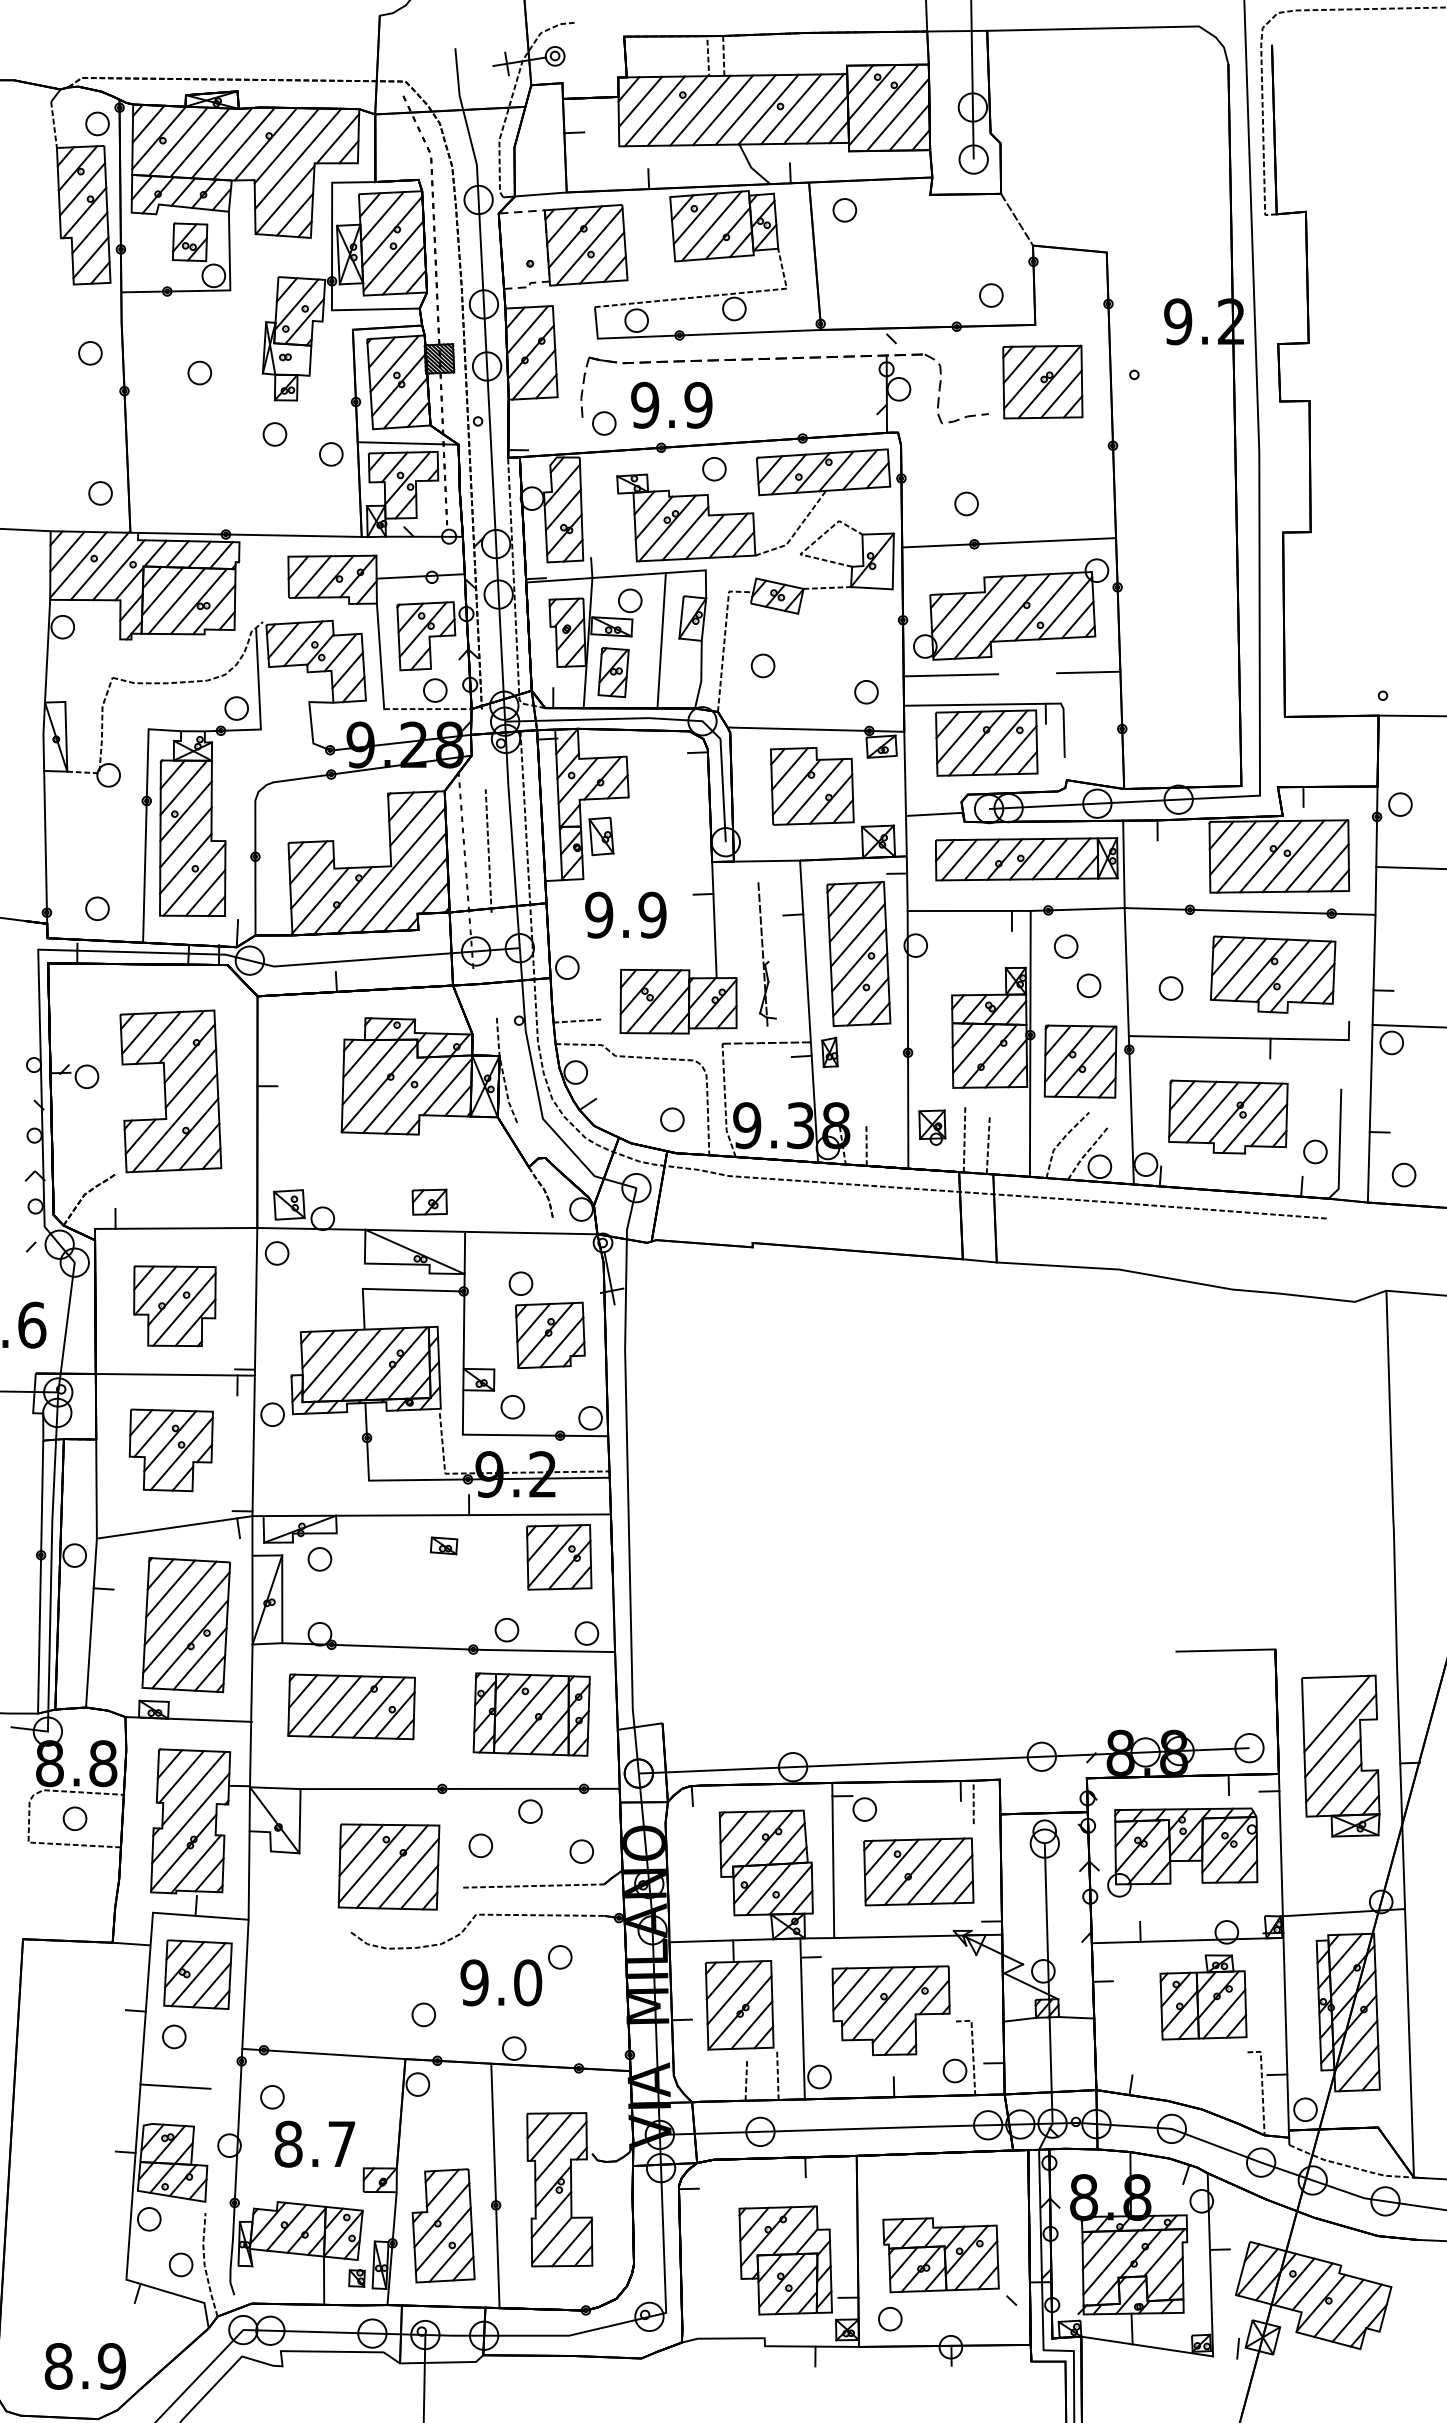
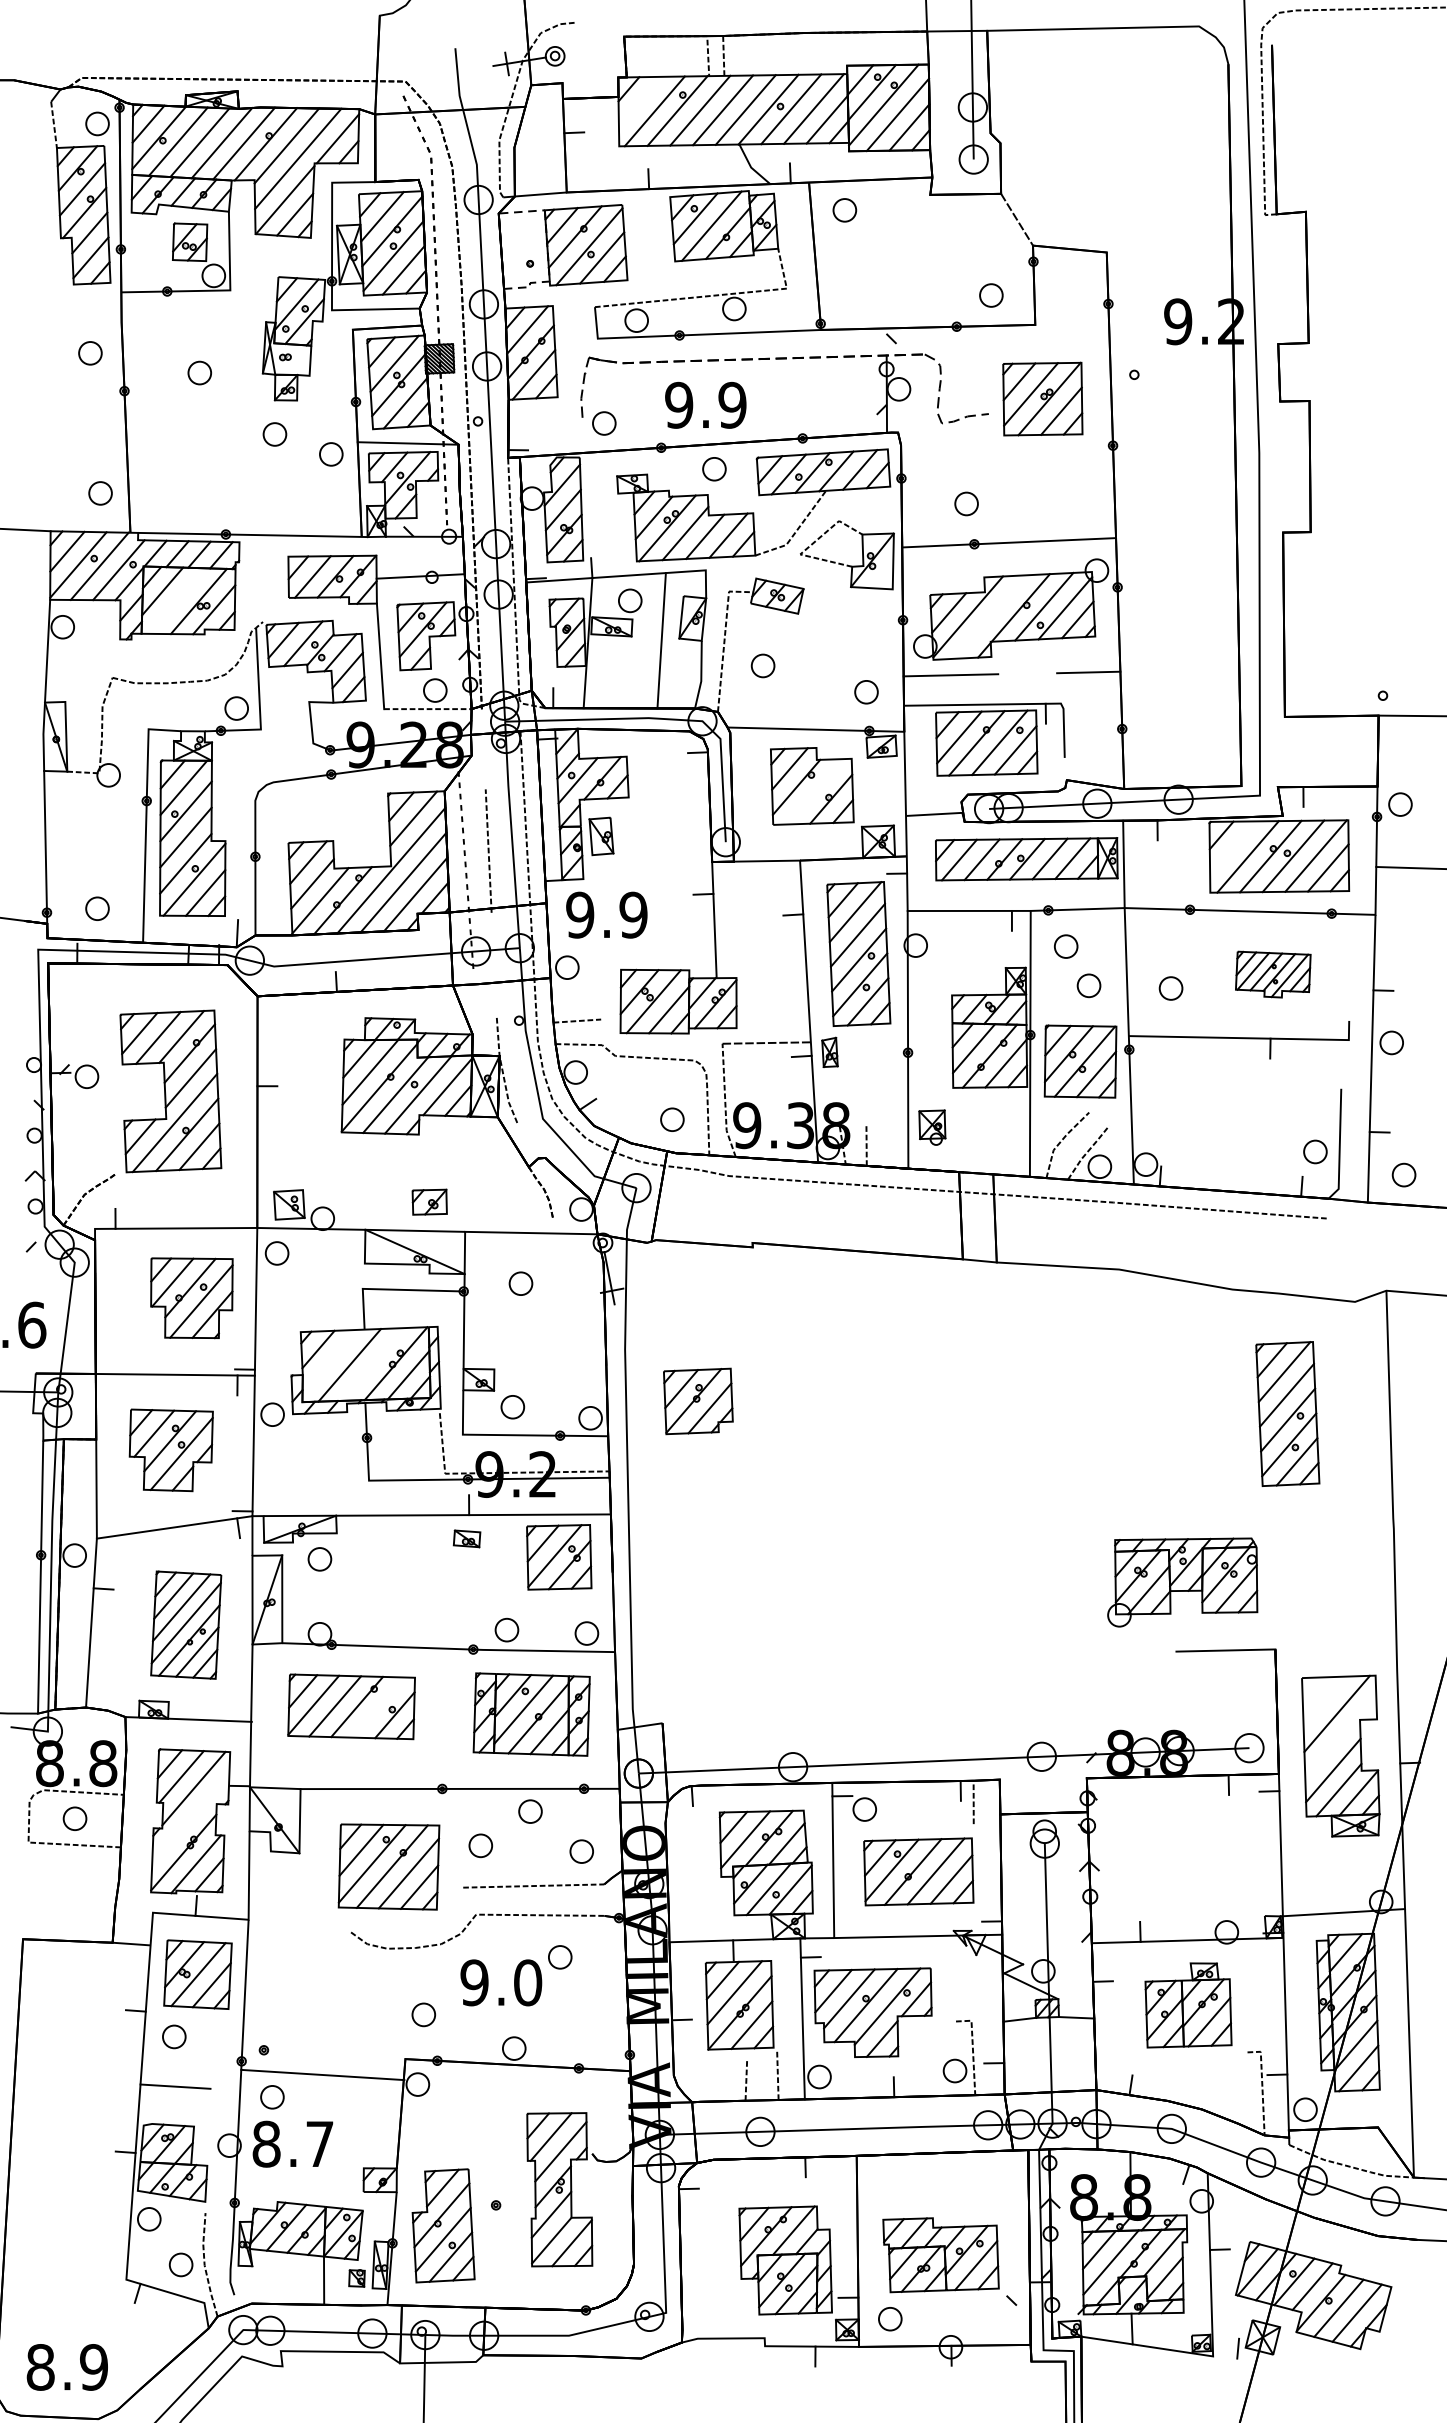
line at (640, 101): present -> none
part at (1042, 381) position: (1042, 381) -> (1042, 398)
text at (671, 405) position: (671, 405) -> (705, 405)
line at (827, 587): present -> none
line at (176, 600): present -> none
line at (990, 616): present -> none
part at (613, 672): present -> none
line at (815, 791): present -> none
line at (1233, 847): present -> none
text at (625, 914) position: (625, 914) -> (606, 914)
part at (766, 954): present -> none
part at (1273, 974) size: 127x79 px -> 77x49 px
line at (1407, 1025): present -> none
part at (1228, 1116): present -> none
line at (964, 1139): present -> none
line at (987, 1144): present -> none
part at (174, 1306) position: (174, 1306) -> (191, 1298)
part at (550, 1335) position: (550, 1335) -> (698, 1401)
line at (329, 1361): present -> none
line at (372, 1364): present -> none
part at (1287, 1413): none -> present
part at (443, 1545) position: (443, 1545) -> (466, 1538)
part at (185, 1625) size: 90x137 px -> 73x110 px
line at (378, 1707): present -> none
line at (1340, 1735): present -> none
line at (190, 1818): present -> none
part at (1182, 1852) position: (1182, 1852) -> (1182, 1582)
part at (1203, 1997) position: (1203, 1997) -> (1188, 2005)
part at (890, 2010) position: (890, 2010) -> (872, 2012)
line at (323, 2053) position: (323, 2053) -> (322, 2074)
text at (314, 2143) position: (314, 2143) -> (292, 2143)
line at (495, 2185): present -> none
text at (84, 2366) position: (84, 2366) -> (66, 2367)
